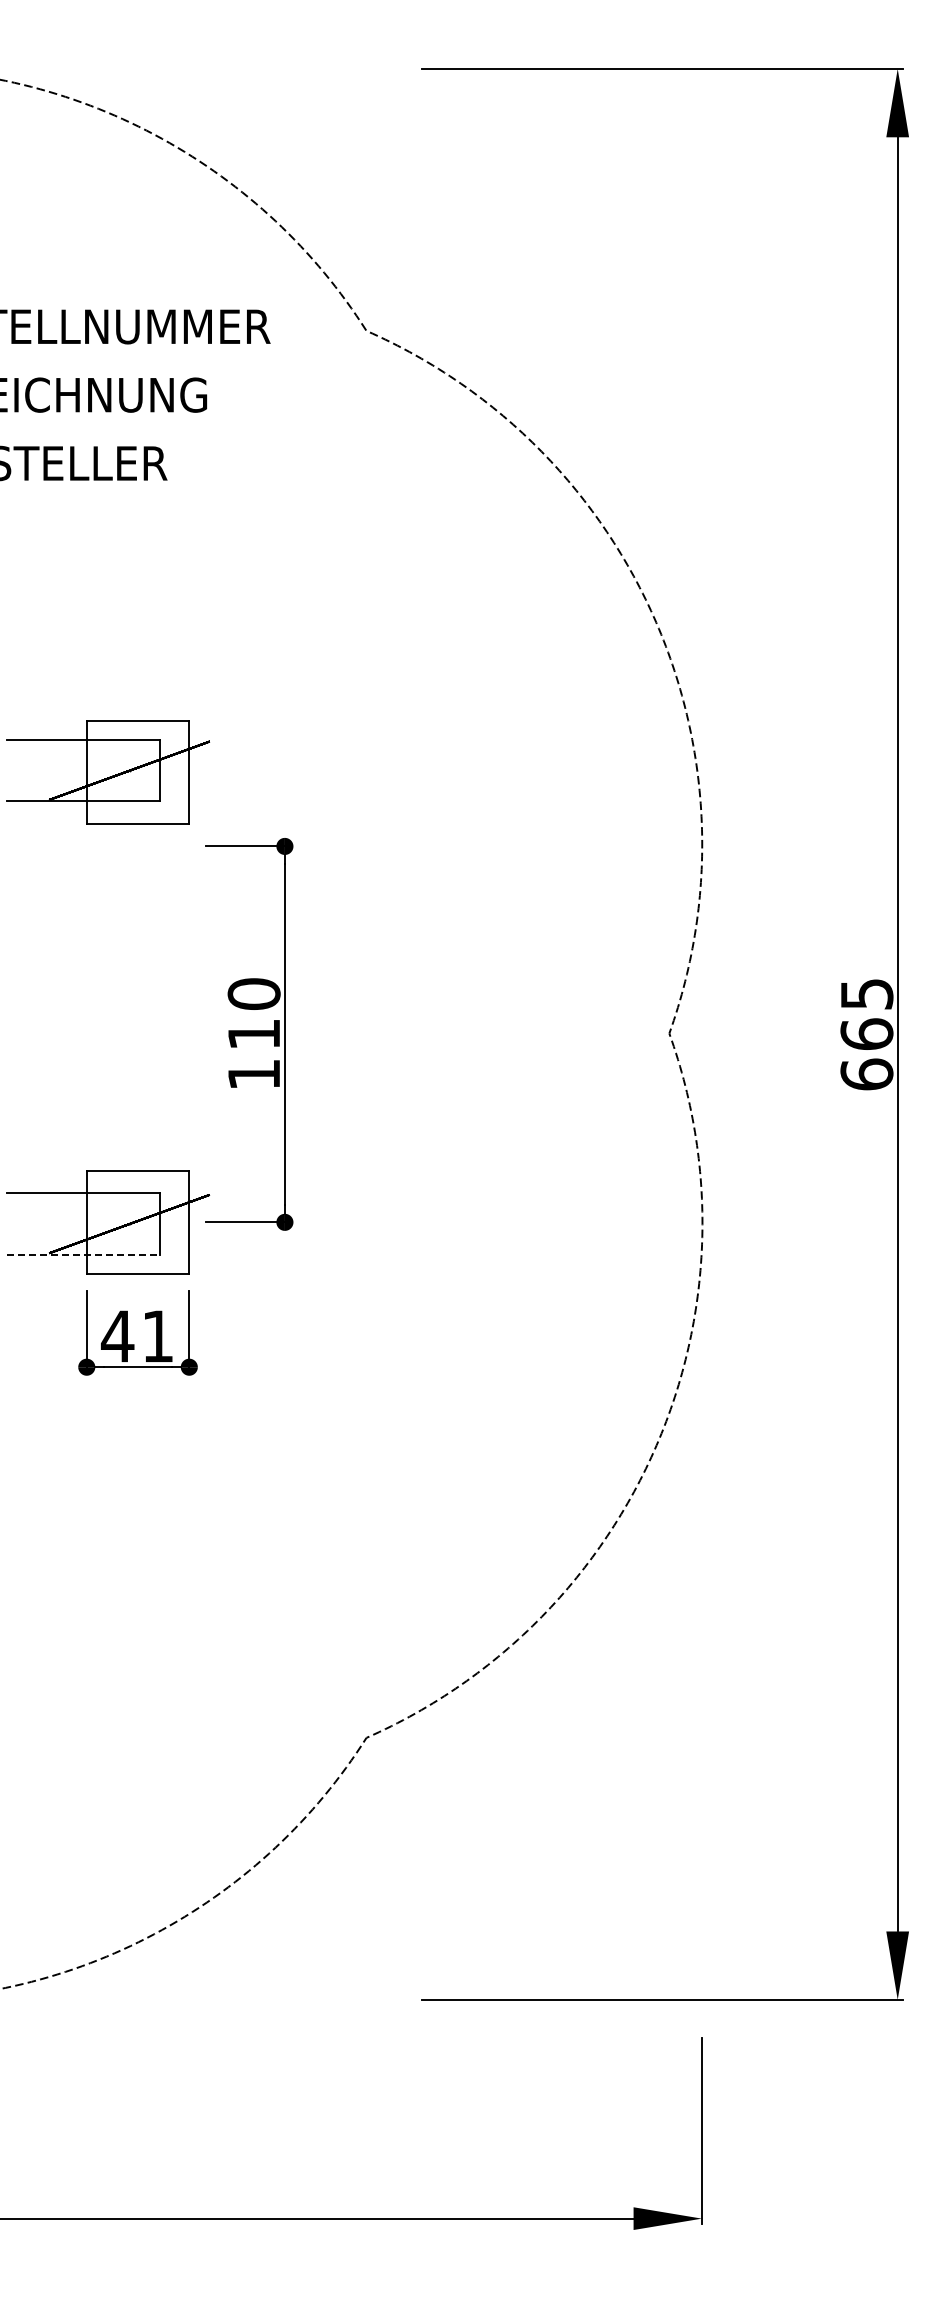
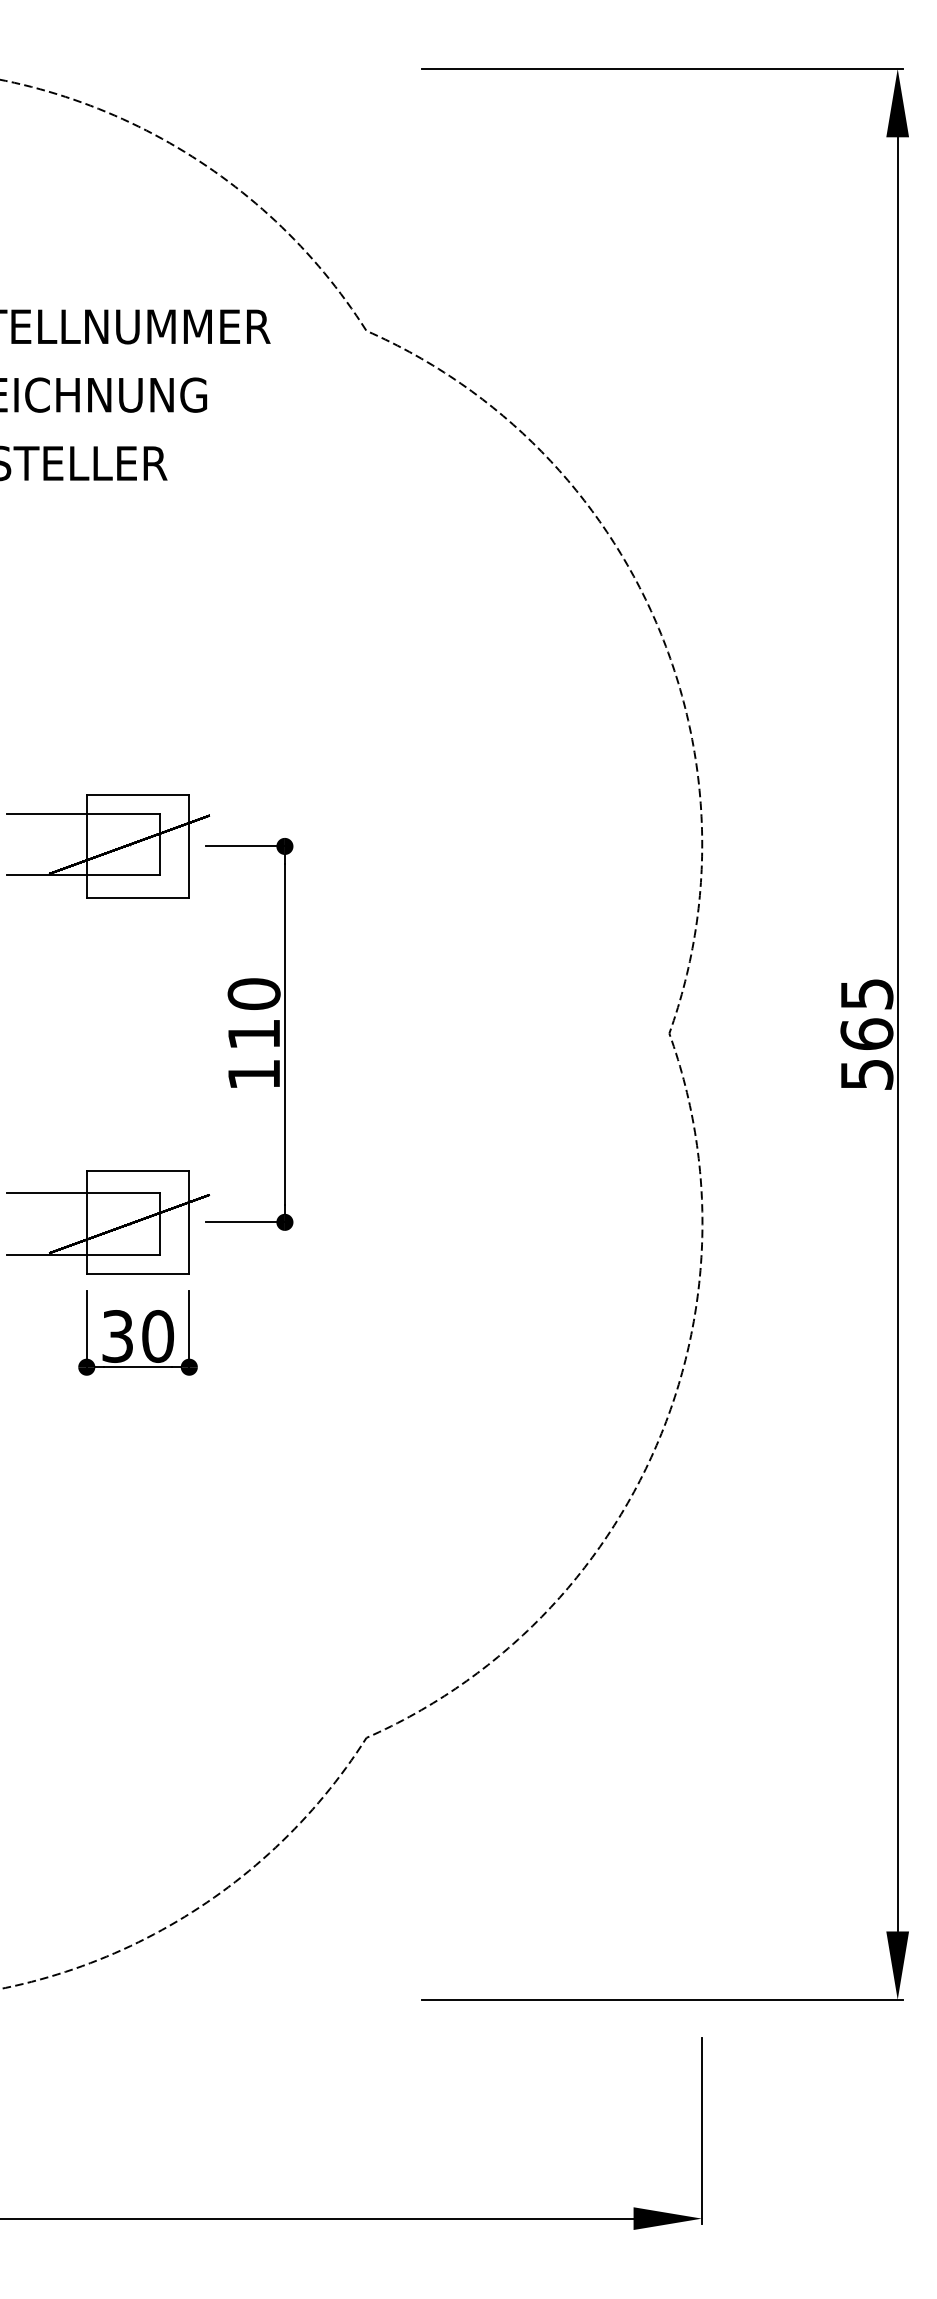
part at (107, 772) position: (107, 772) -> (107, 846)
text at (866, 1074): 665 -> 565
line at (83, 1254): dashed -> solid
text at (136, 1336): 41 -> 30
